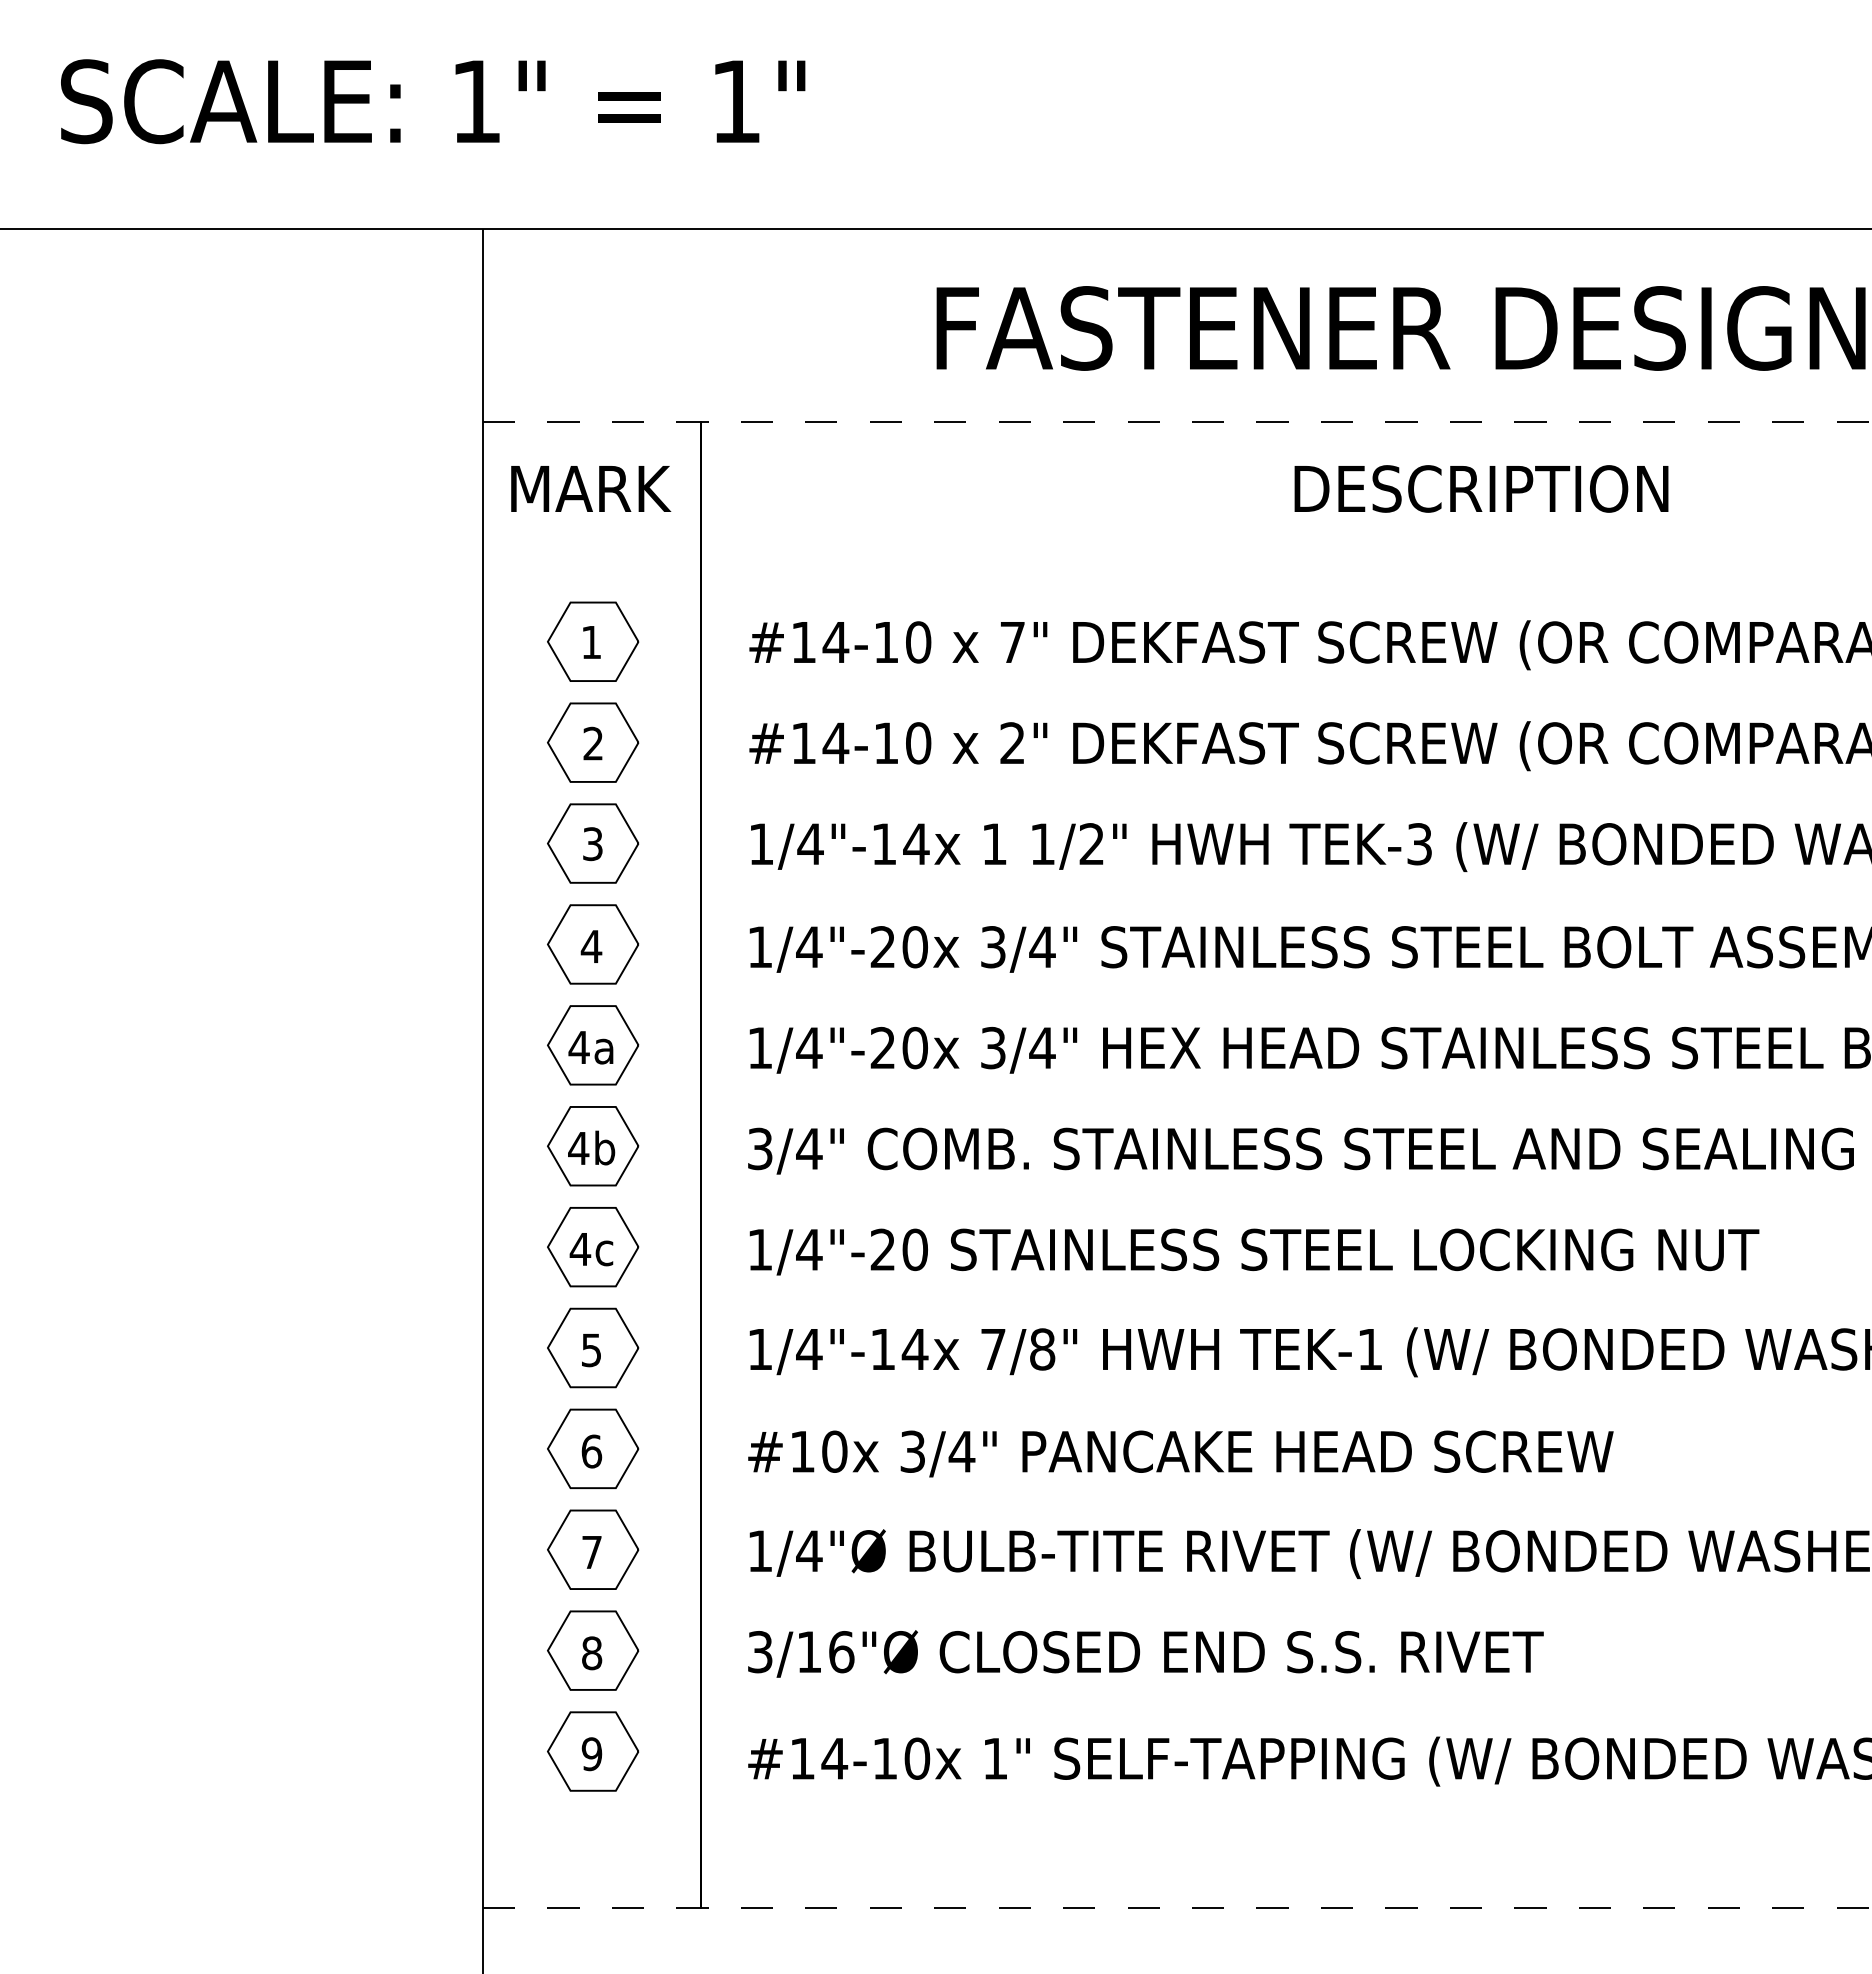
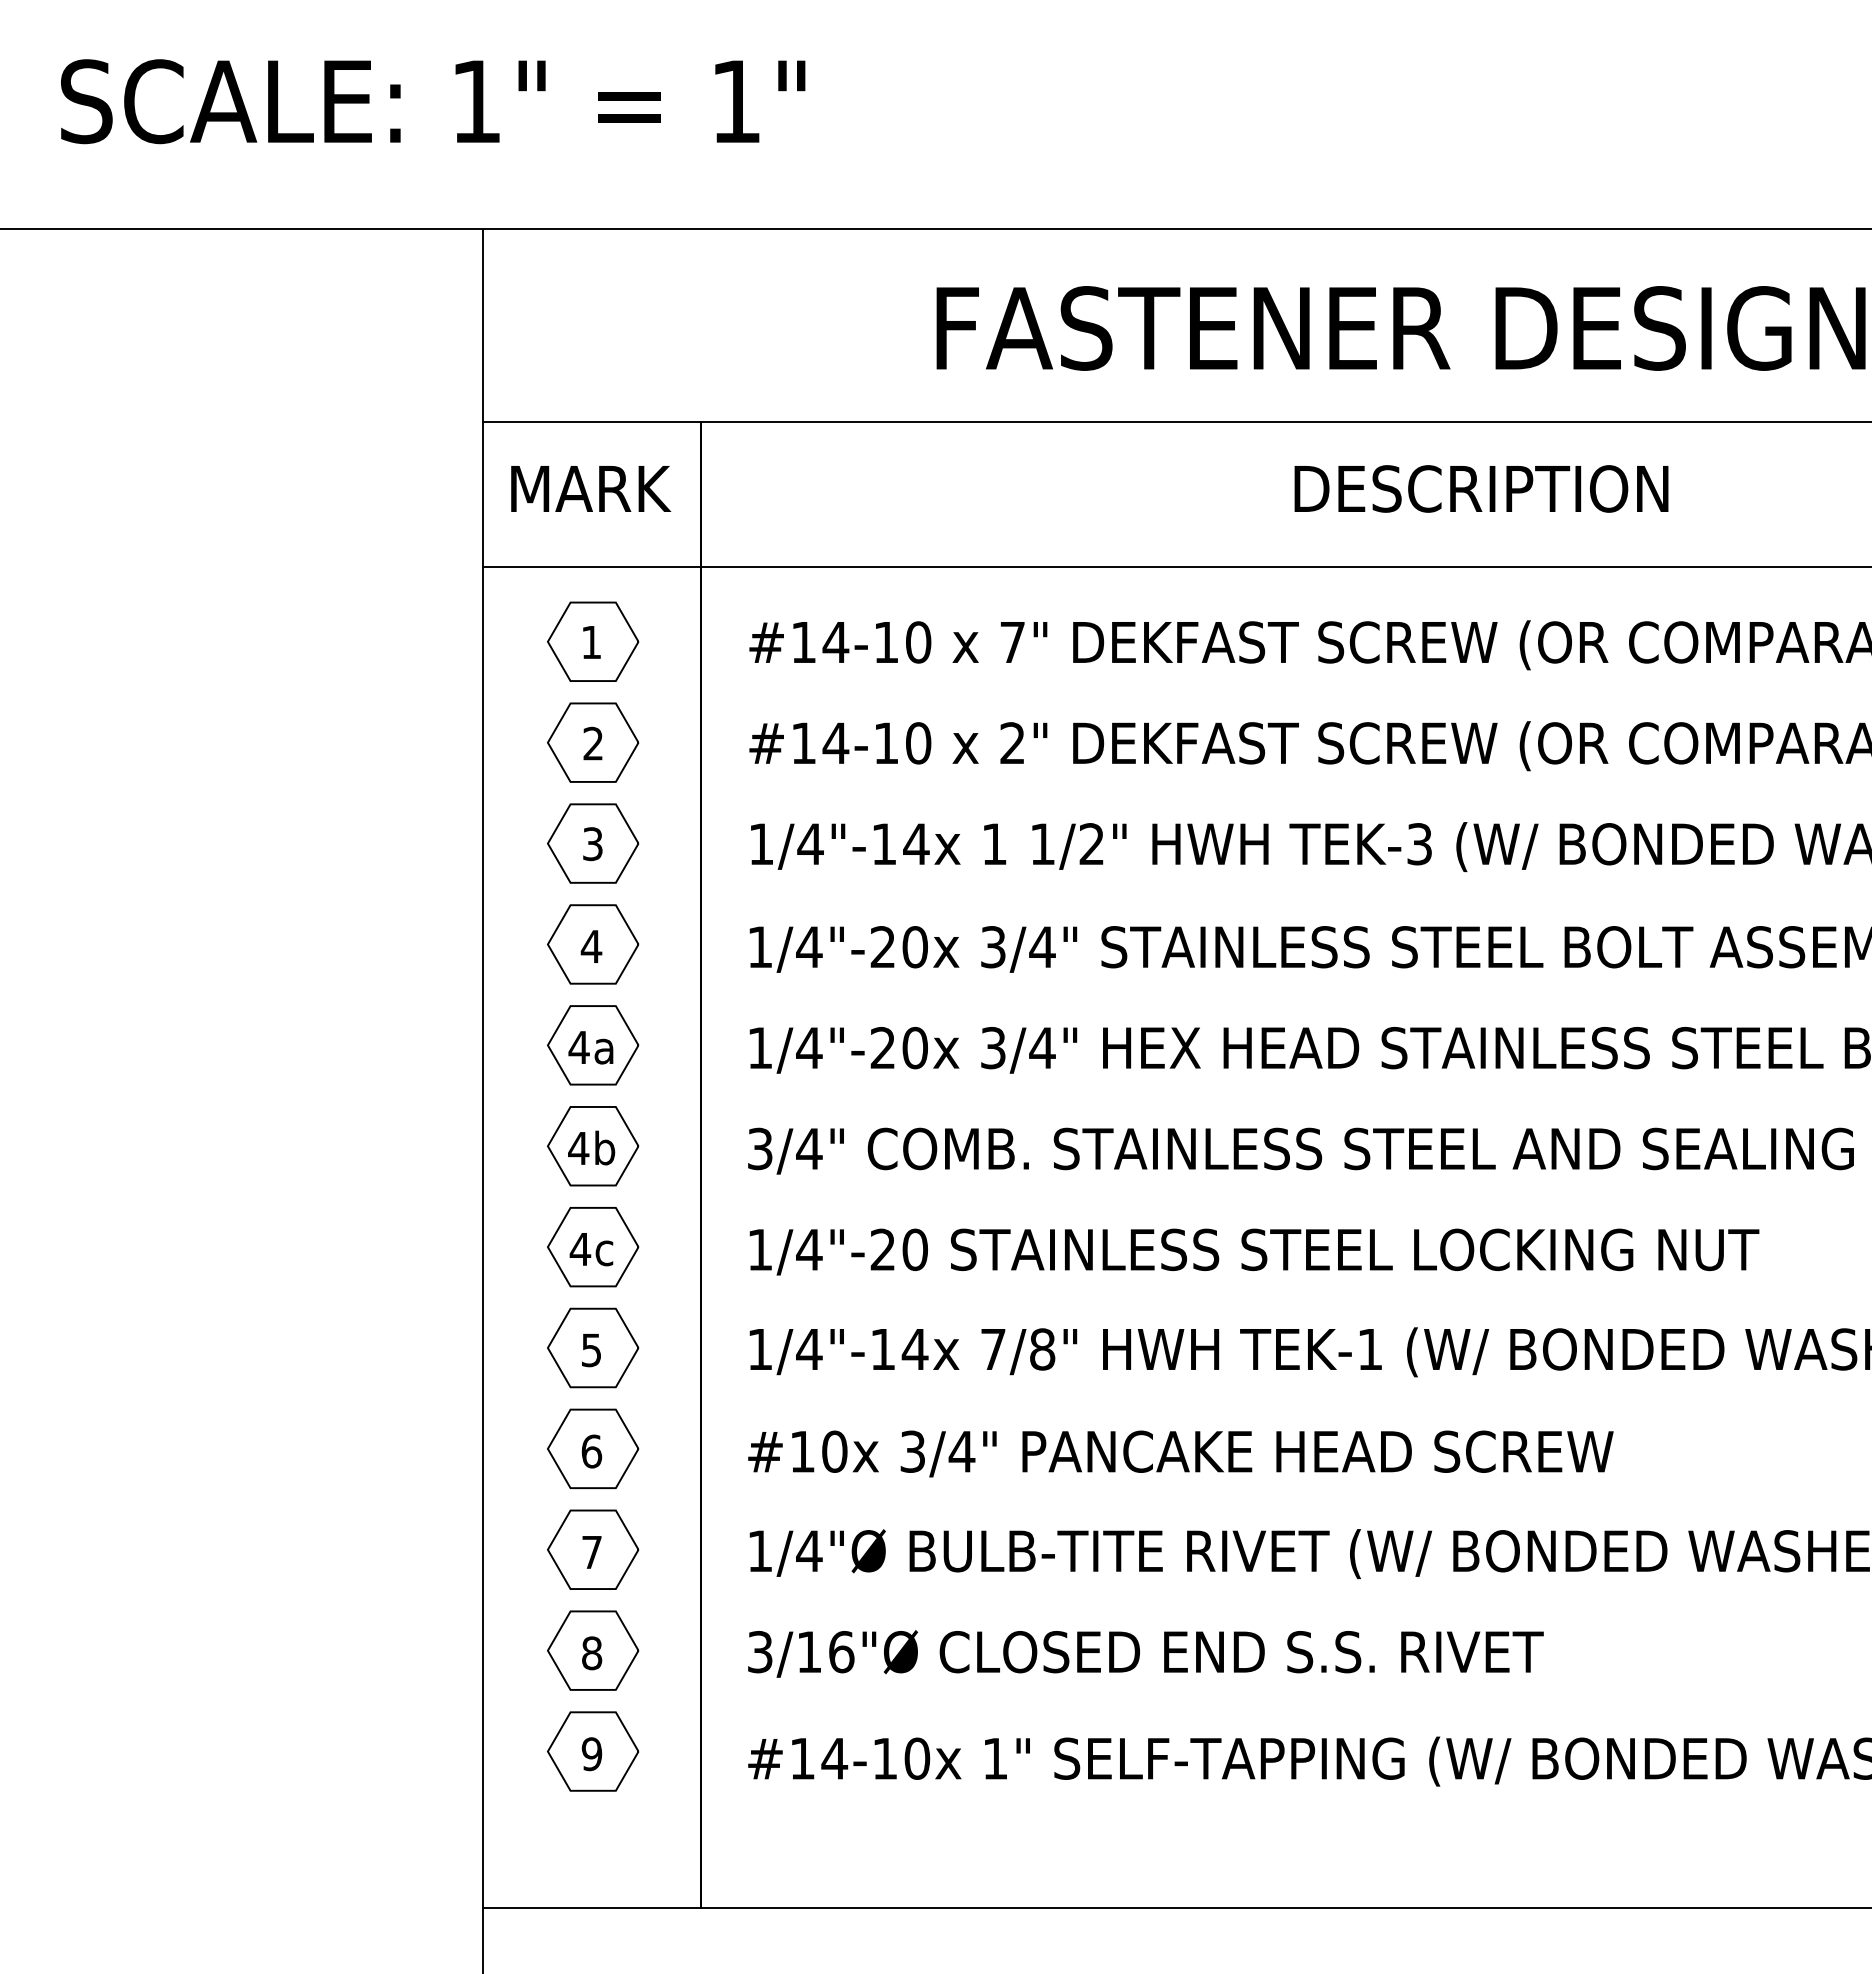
line at (1177, 421): dashed -> solid
line at (1175, 566): none -> present
line at (1177, 1908): dashed -> solid
